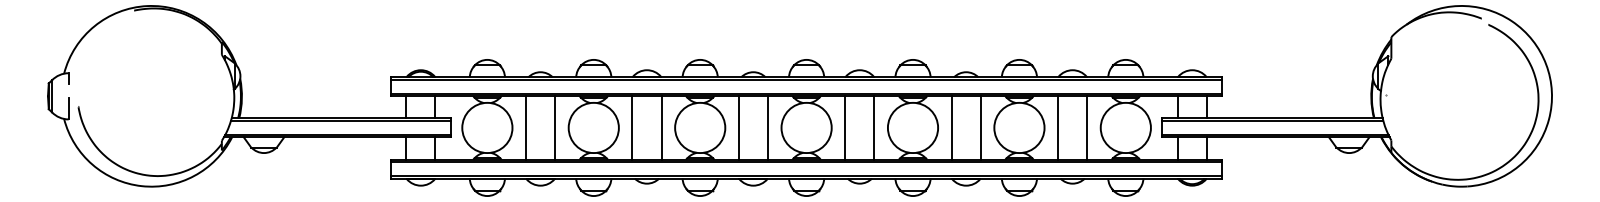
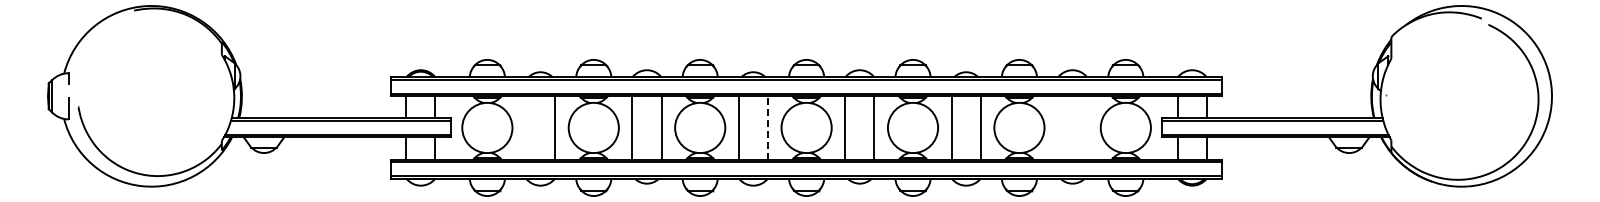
line at (526, 127): present -> none
line at (767, 127): solid -> dashed
line at (1058, 127): present -> none
line at (1087, 127): present -> none
